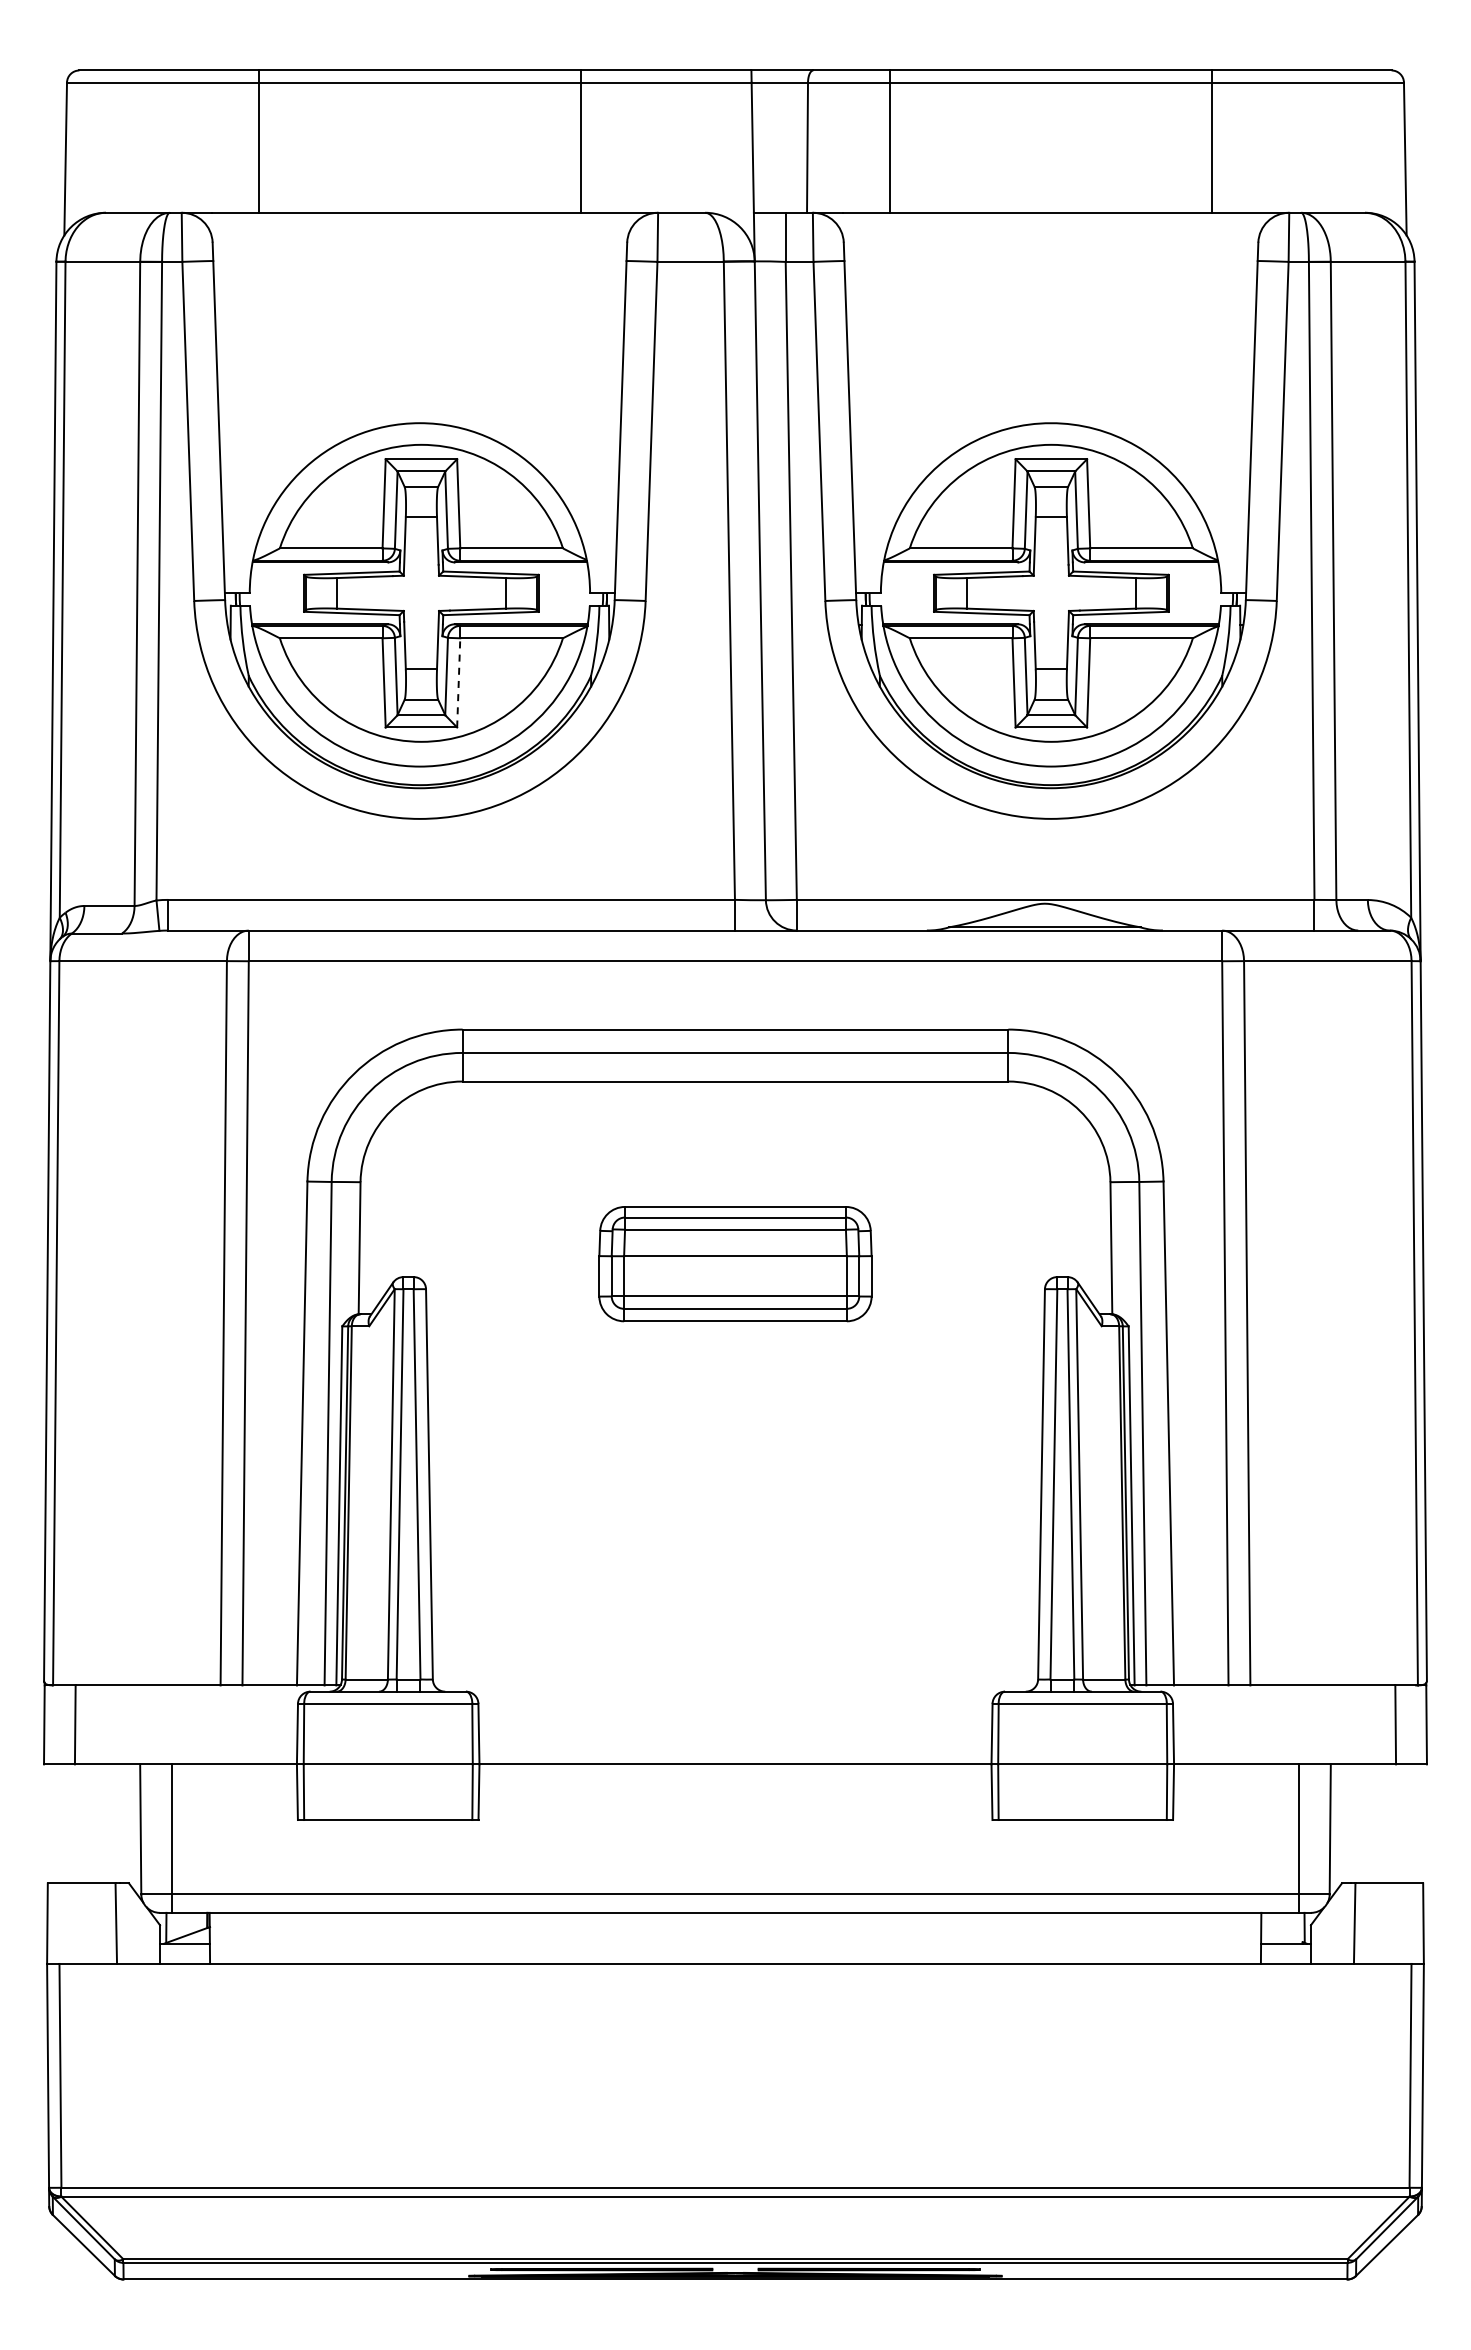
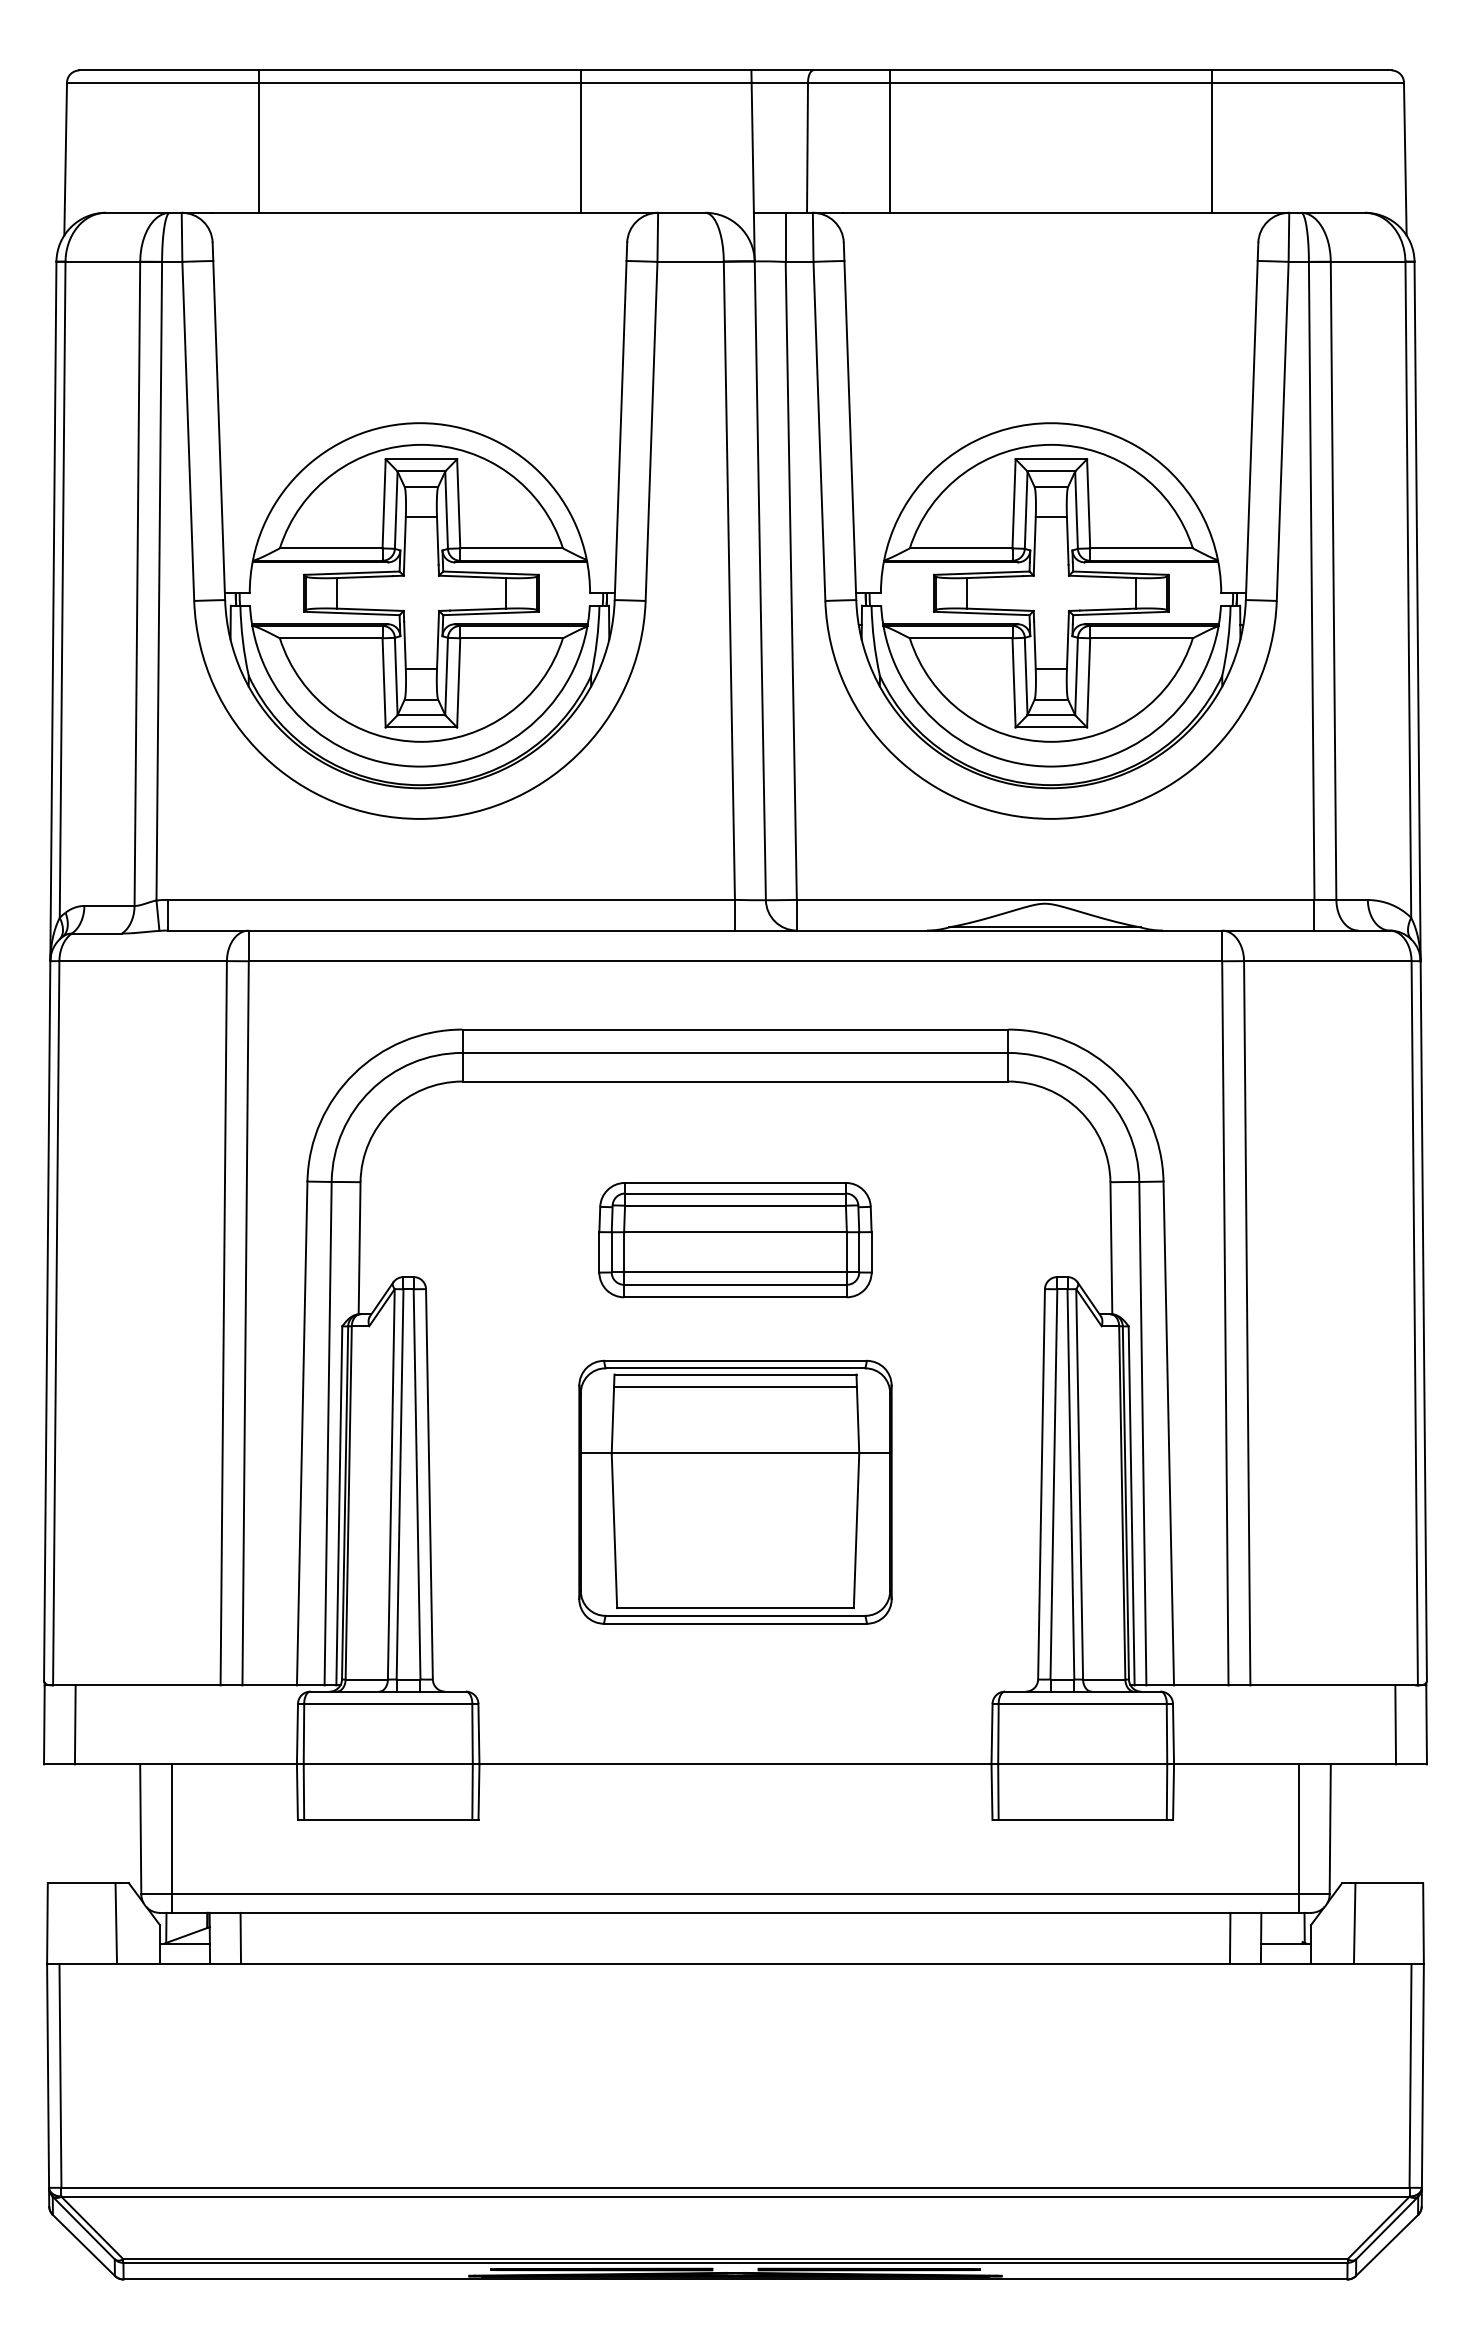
line at (458, 682): dashed -> solid
part at (735, 1264) position: (735, 1264) -> (735, 1240)
part at (735, 1491): none -> present
line at (240, 1937): none -> present
line at (1229, 1937): none -> present
